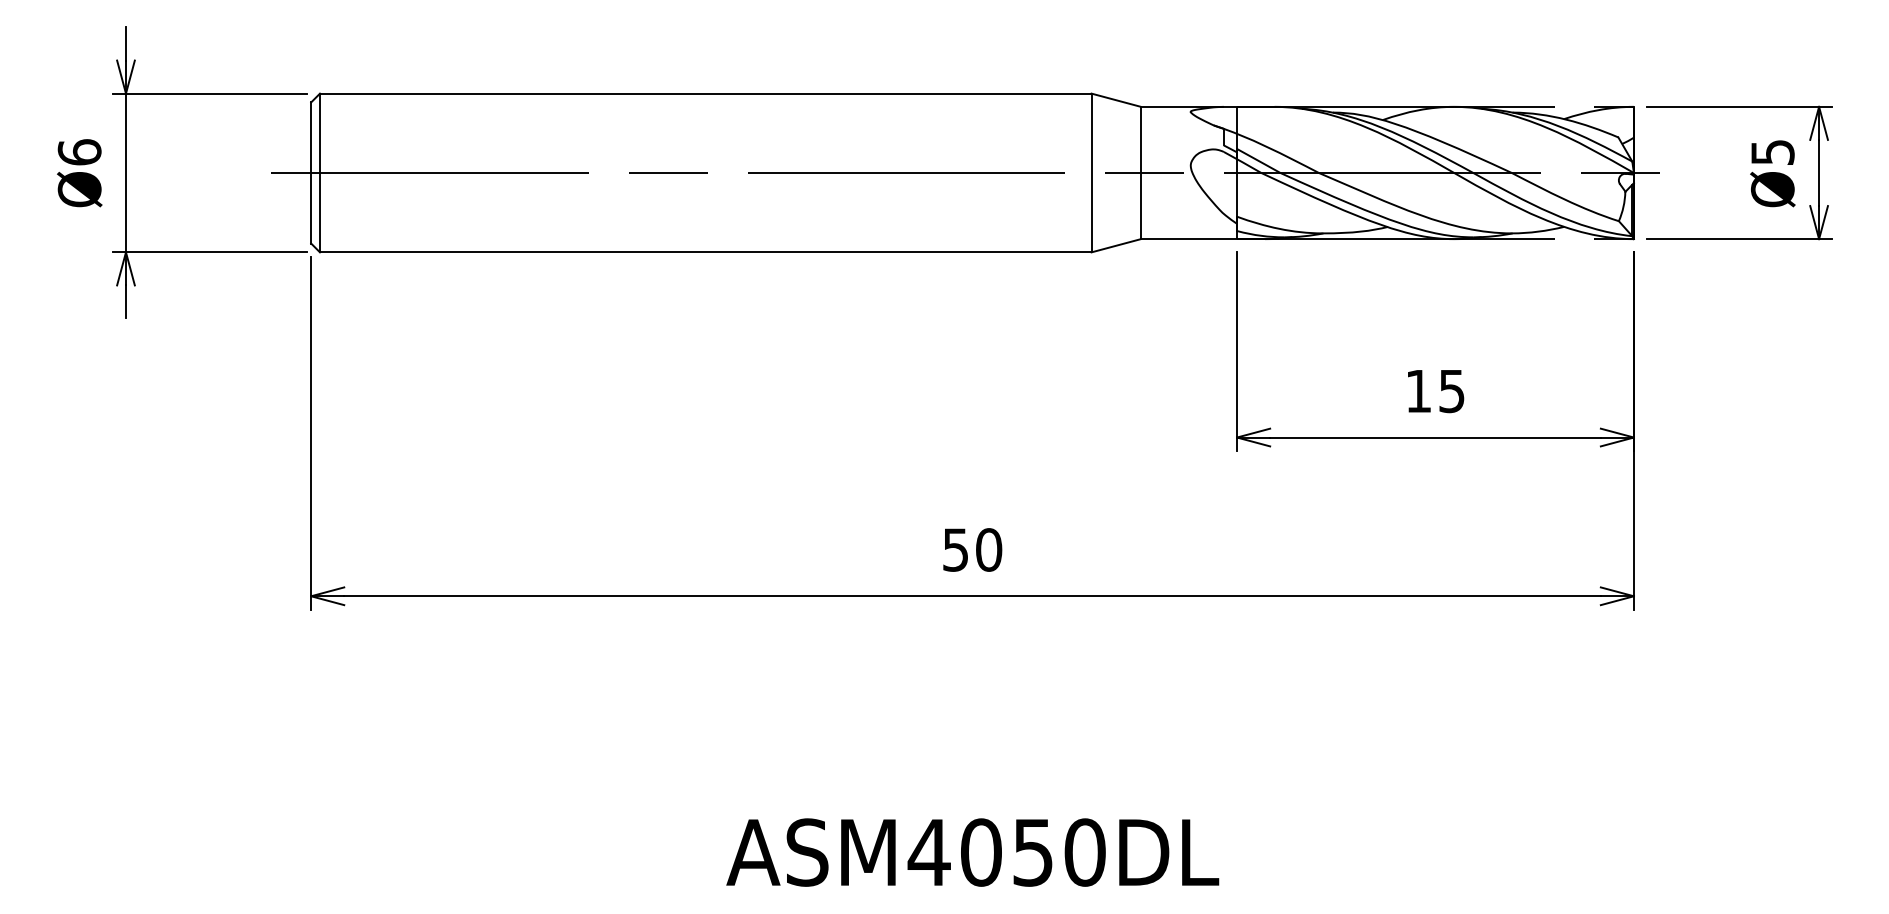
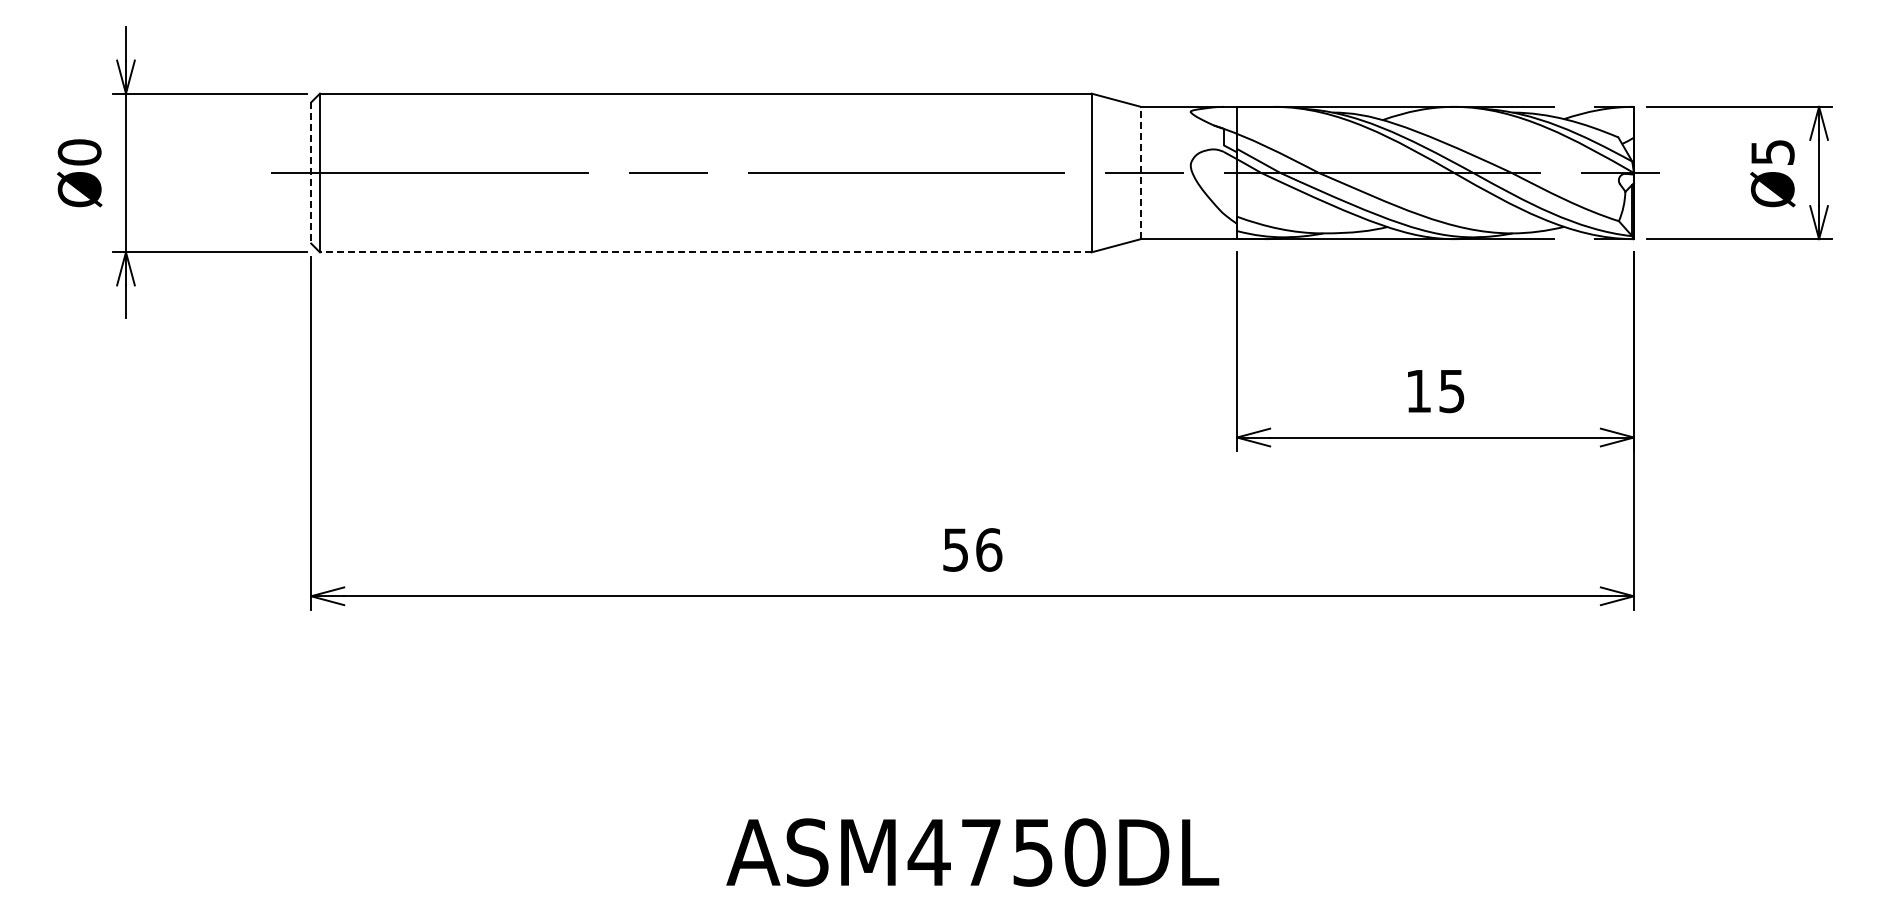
text at (79, 152): Ø6 -> Ø0
line at (1140, 172): solid -> dashed
line at (311, 173): solid -> dashed
line at (705, 252): solid -> dashed
text at (989, 549): 50 -> 56
text at (981, 852): ASM4050DL -> ASM4750DL
